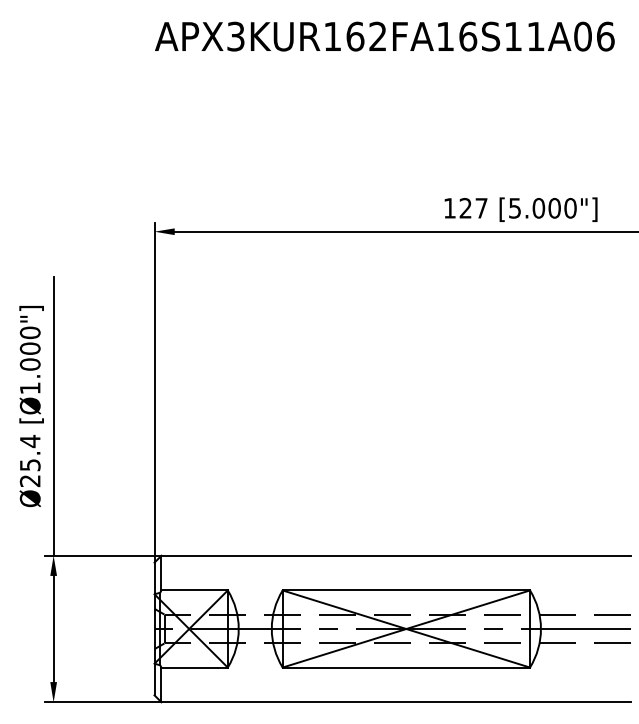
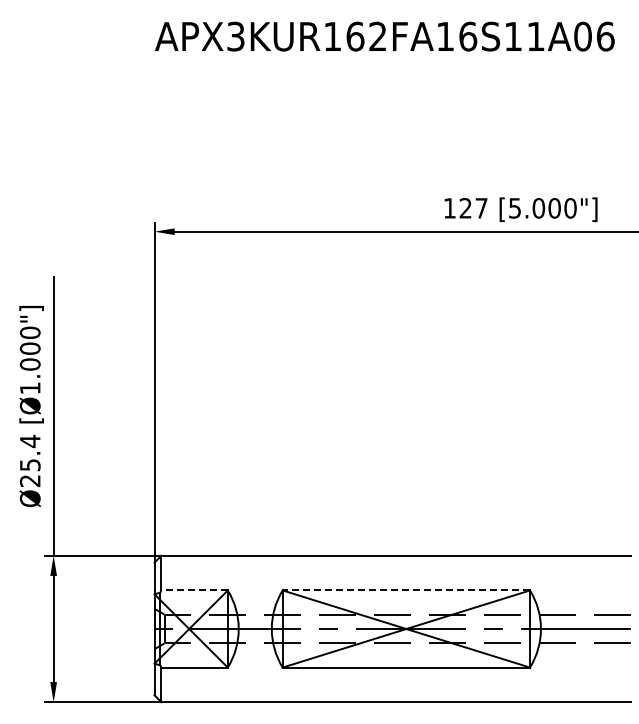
line at (194, 590): solid -> dashed
line at (406, 590): solid -> dashed
